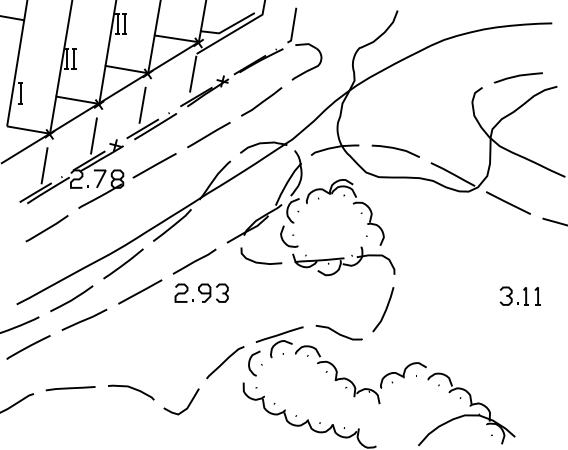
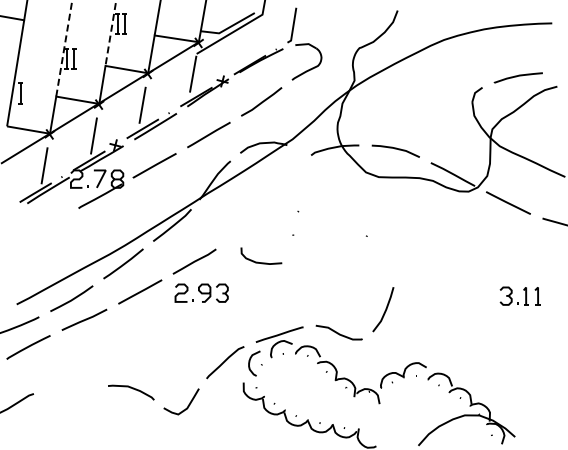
line at (110, 33): solid -> dashed
line at (64, 48): solid -> dashed
part at (307, 203): present -> none
line at (46, 228): present -> none
line at (70, 388): present -> none
